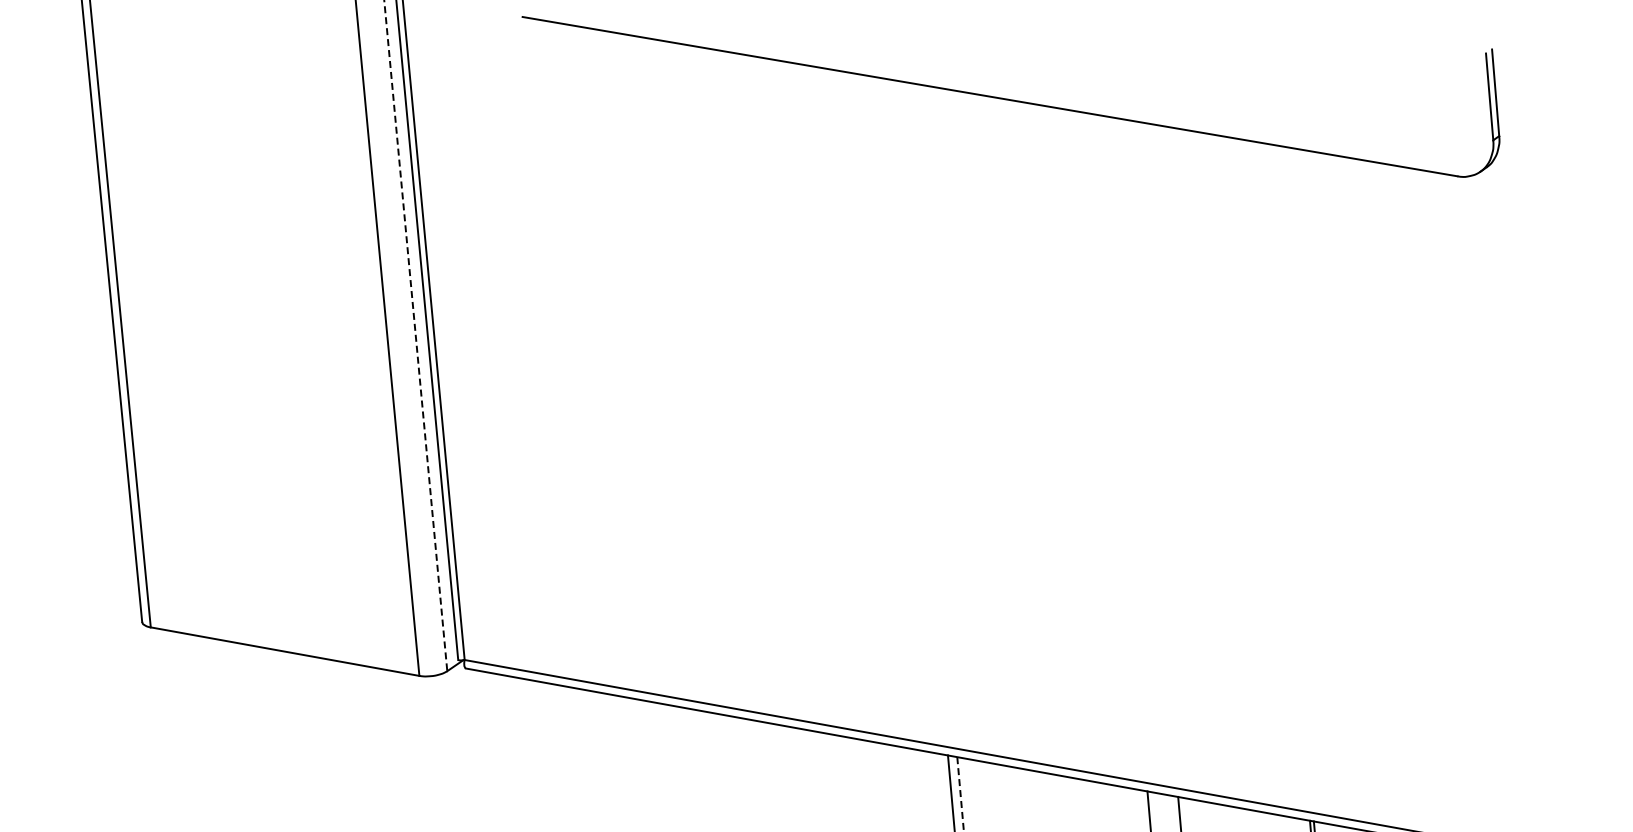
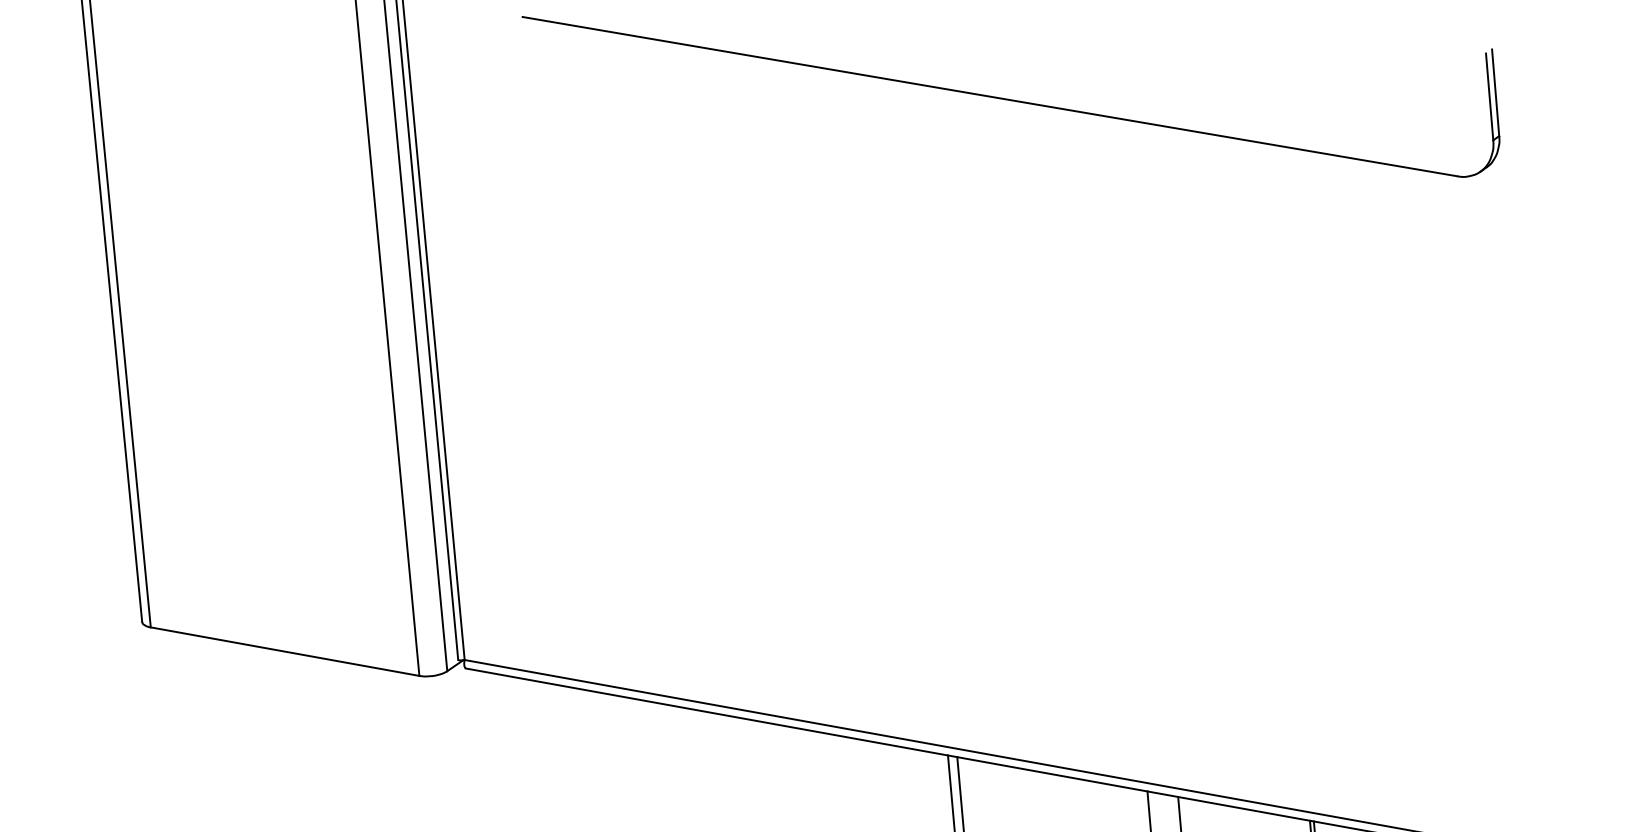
line at (415, 335): dashed -> solid
line at (960, 795): dashed -> solid
